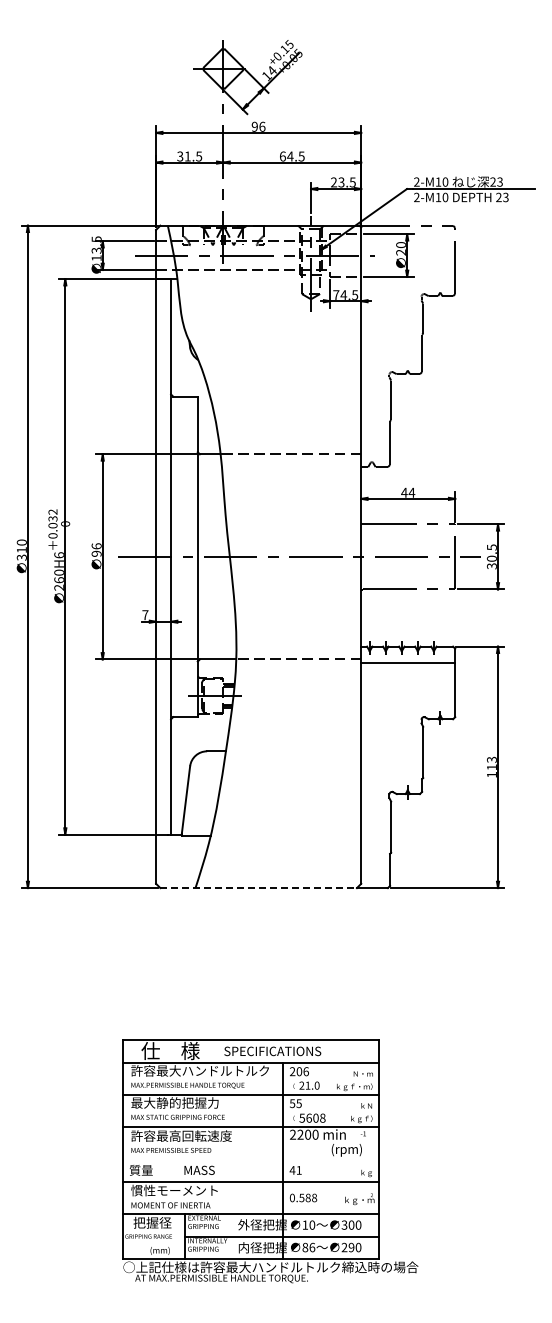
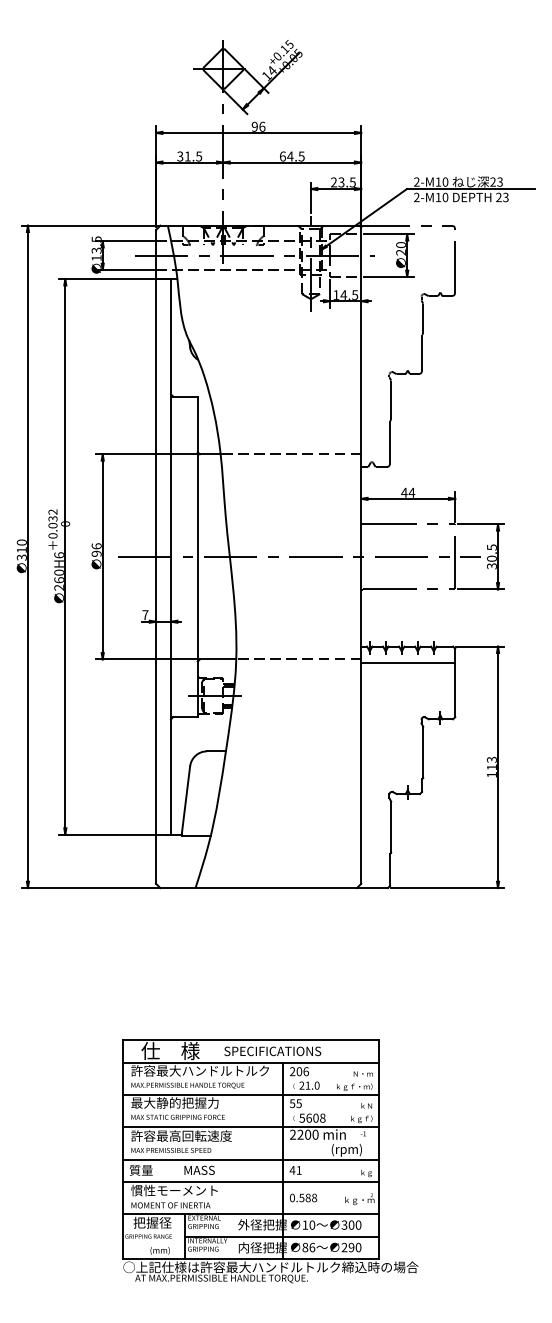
text at (336, 294): 74.5 -> 14.5
line at (259, 888): dashed -> solid
line at (250, 1159): none -> present
